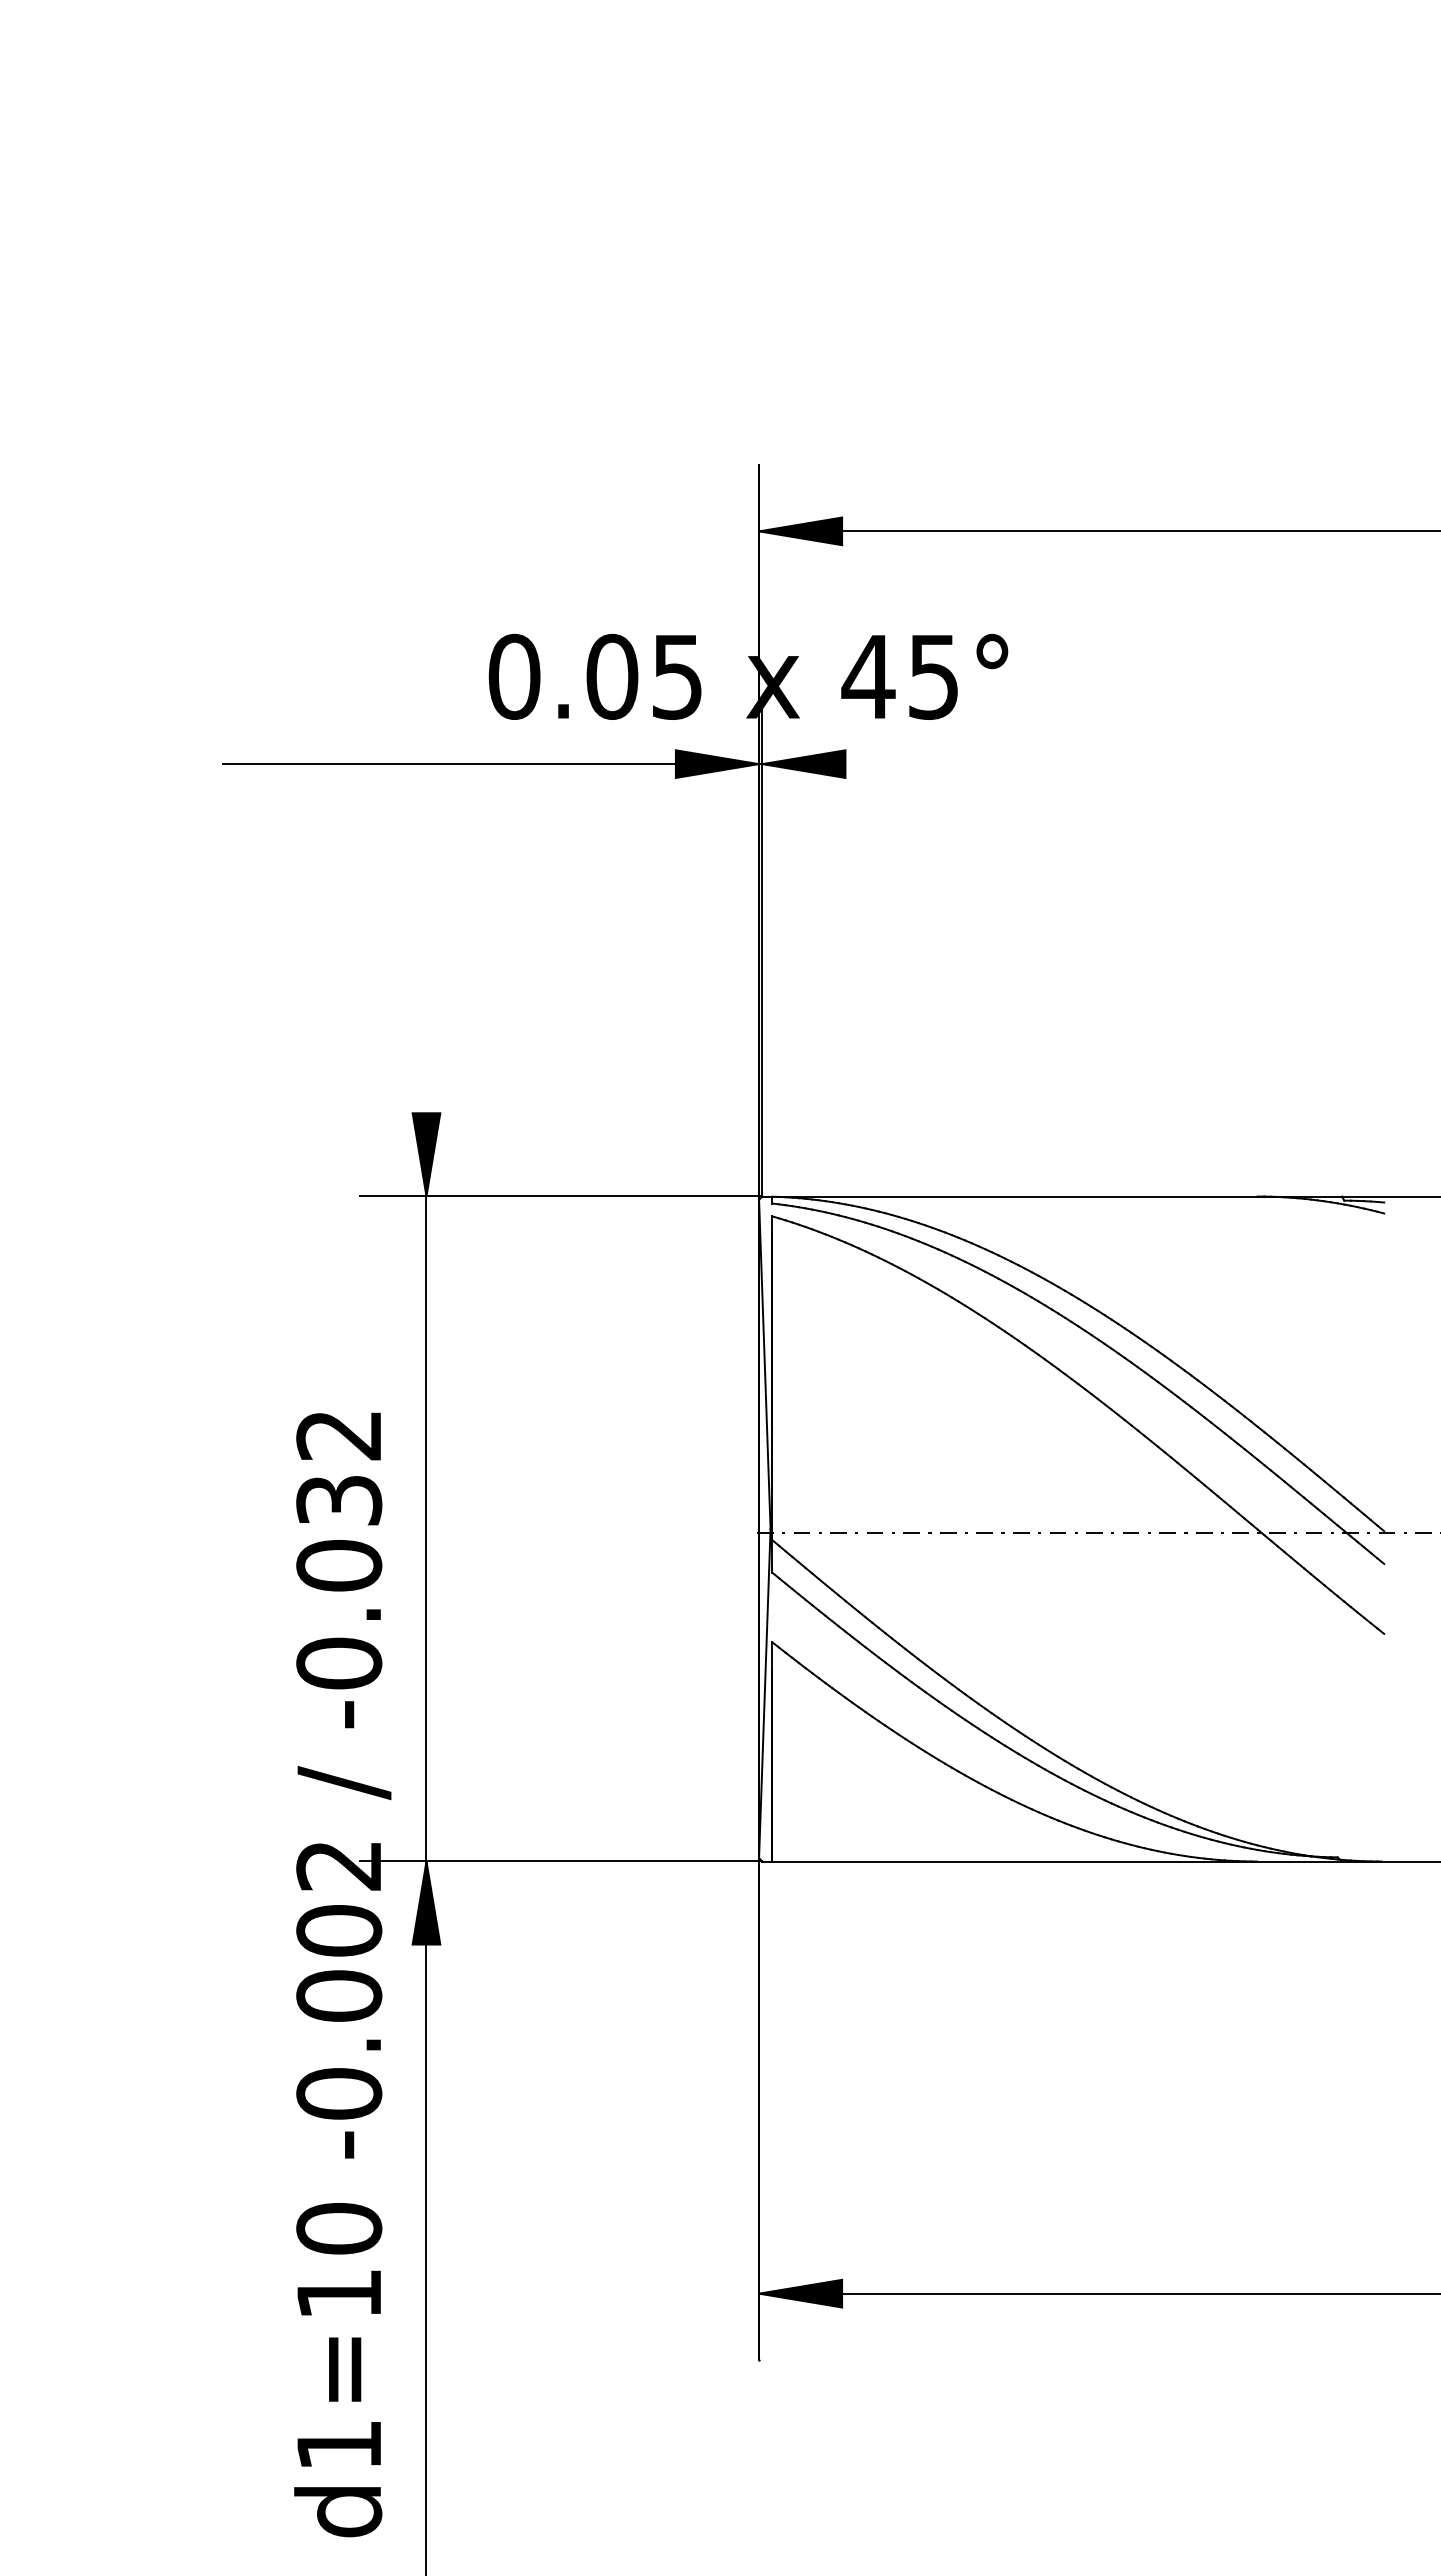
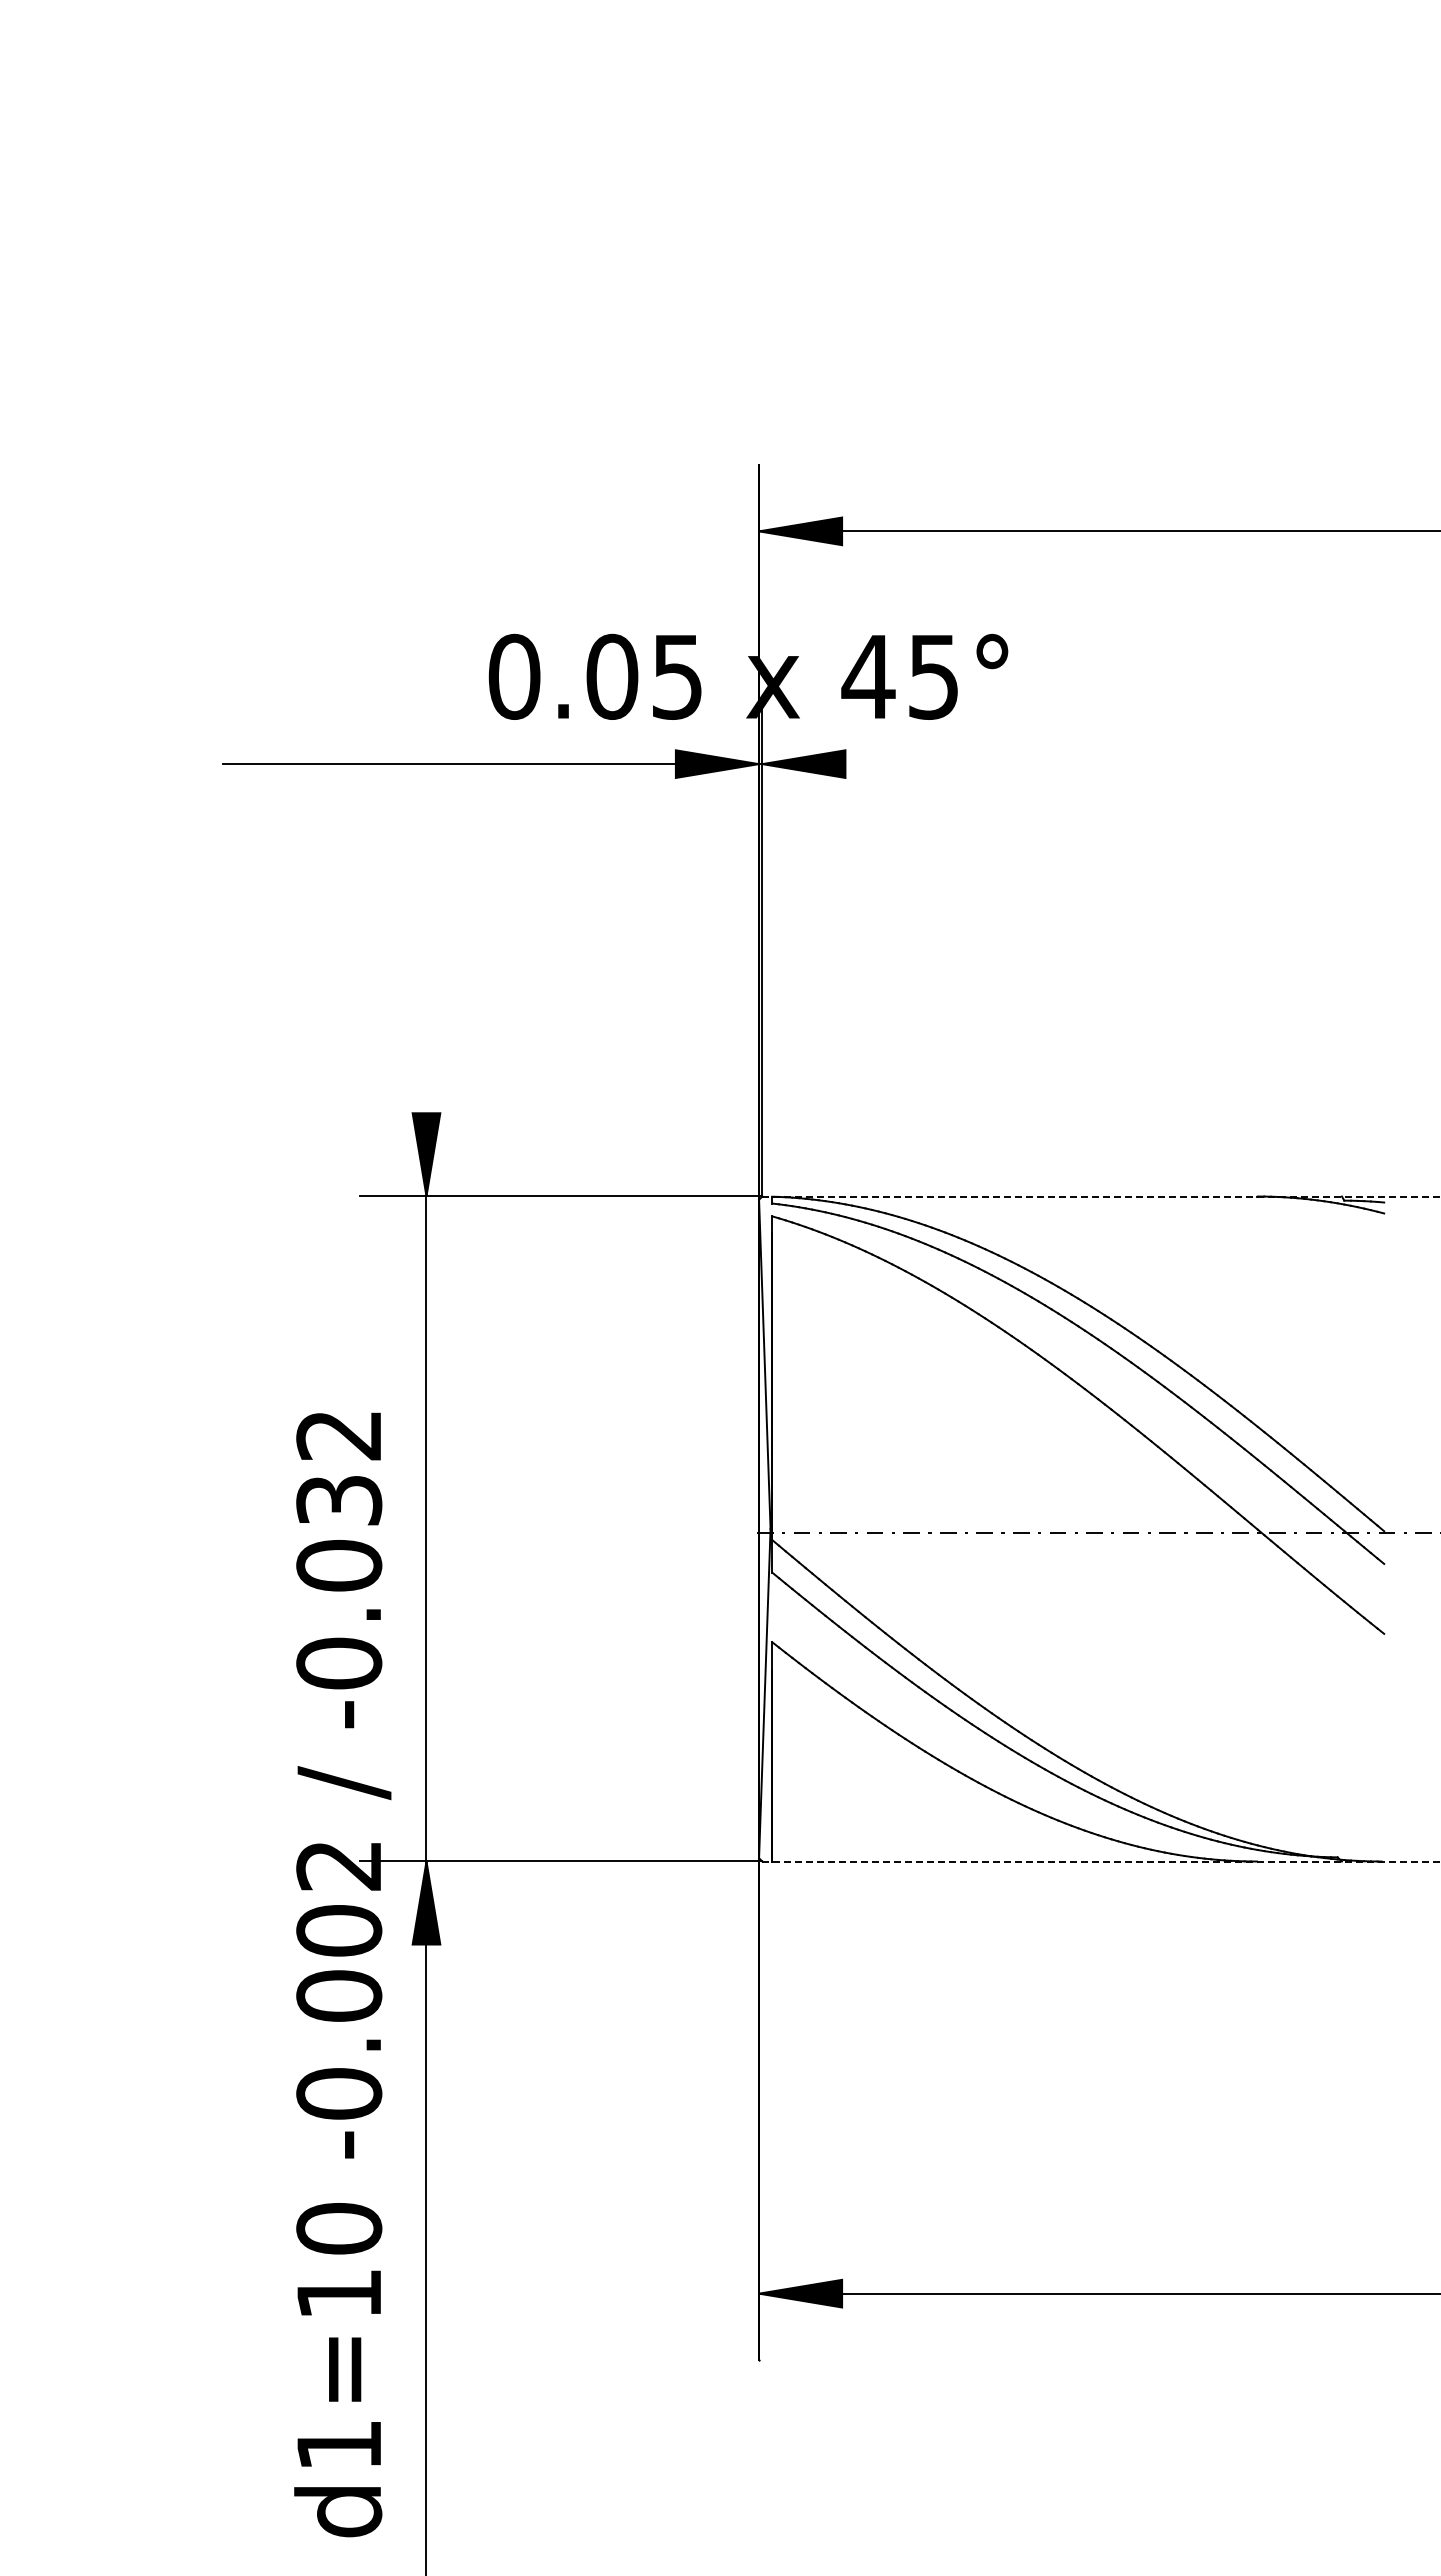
line at (1101, 1196): solid -> dashed
line at (1101, 1861): solid -> dashed
